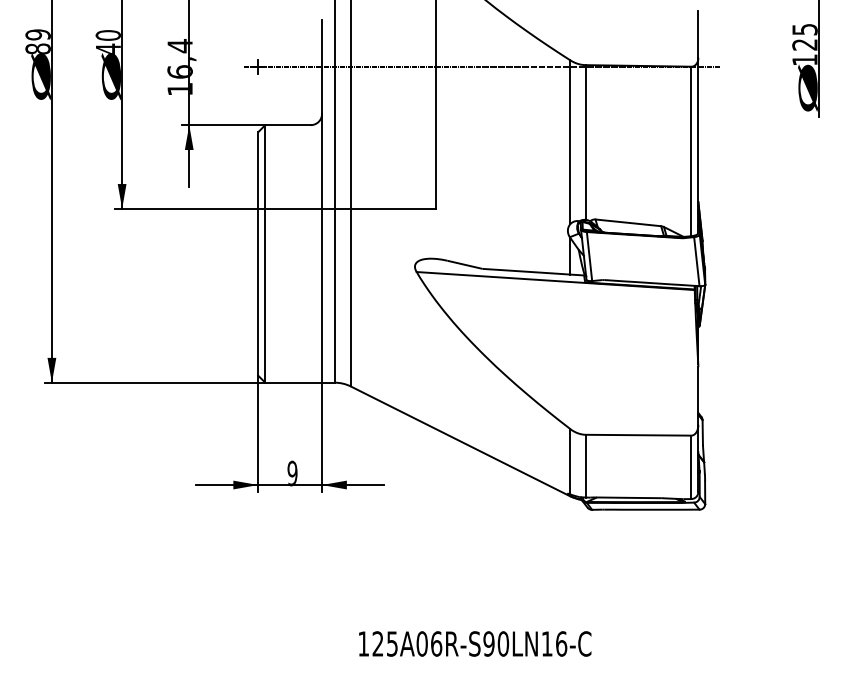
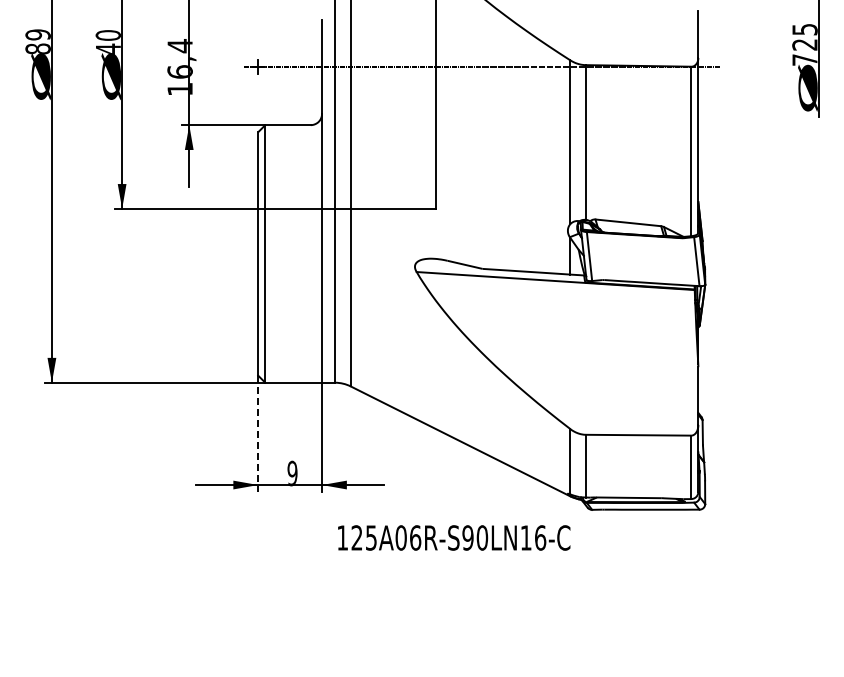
text at (804, 59): 125 -> 725
line at (258, 434): solid -> dashed
text at (475, 643) position: (475, 643) -> (454, 537)
